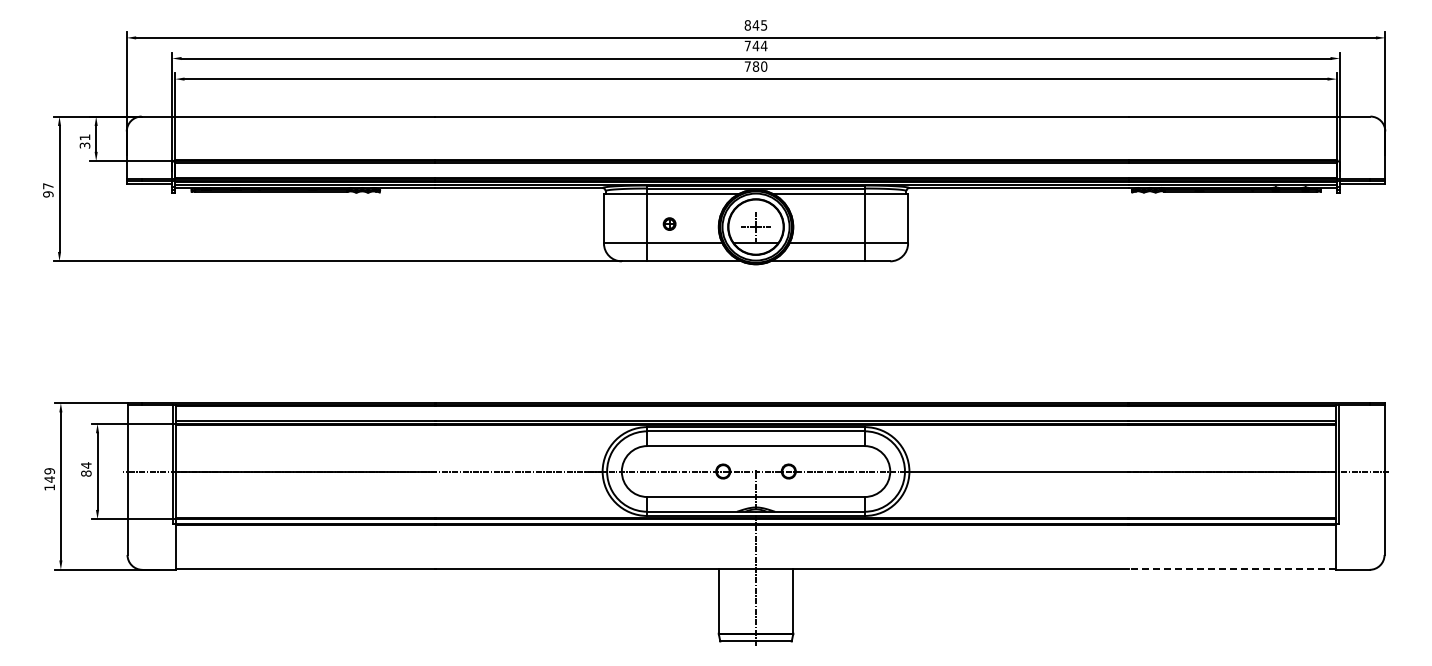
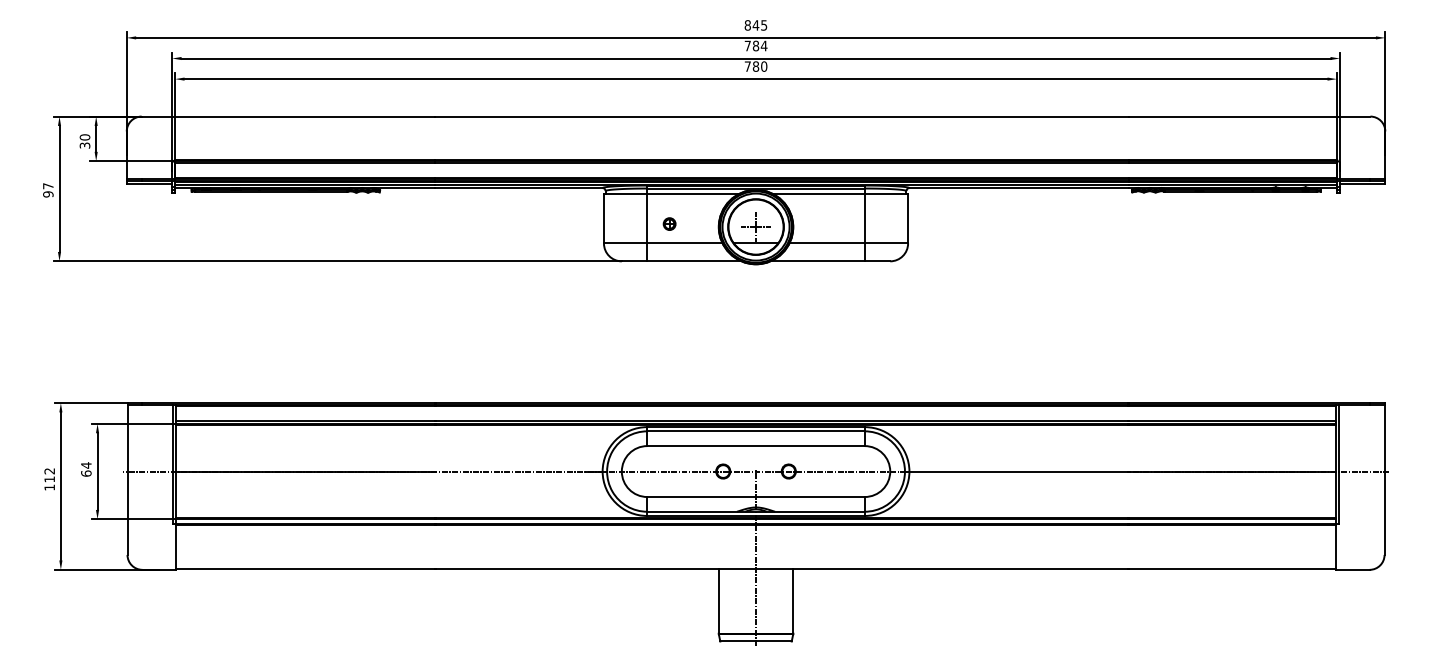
text at (755, 45): 744 -> 784
text at (84, 137): 31 -> 30
text at (86, 473): 84 -> 64
text at (49, 475): 149 -> 112
line at (1231, 569): dashed -> solid
